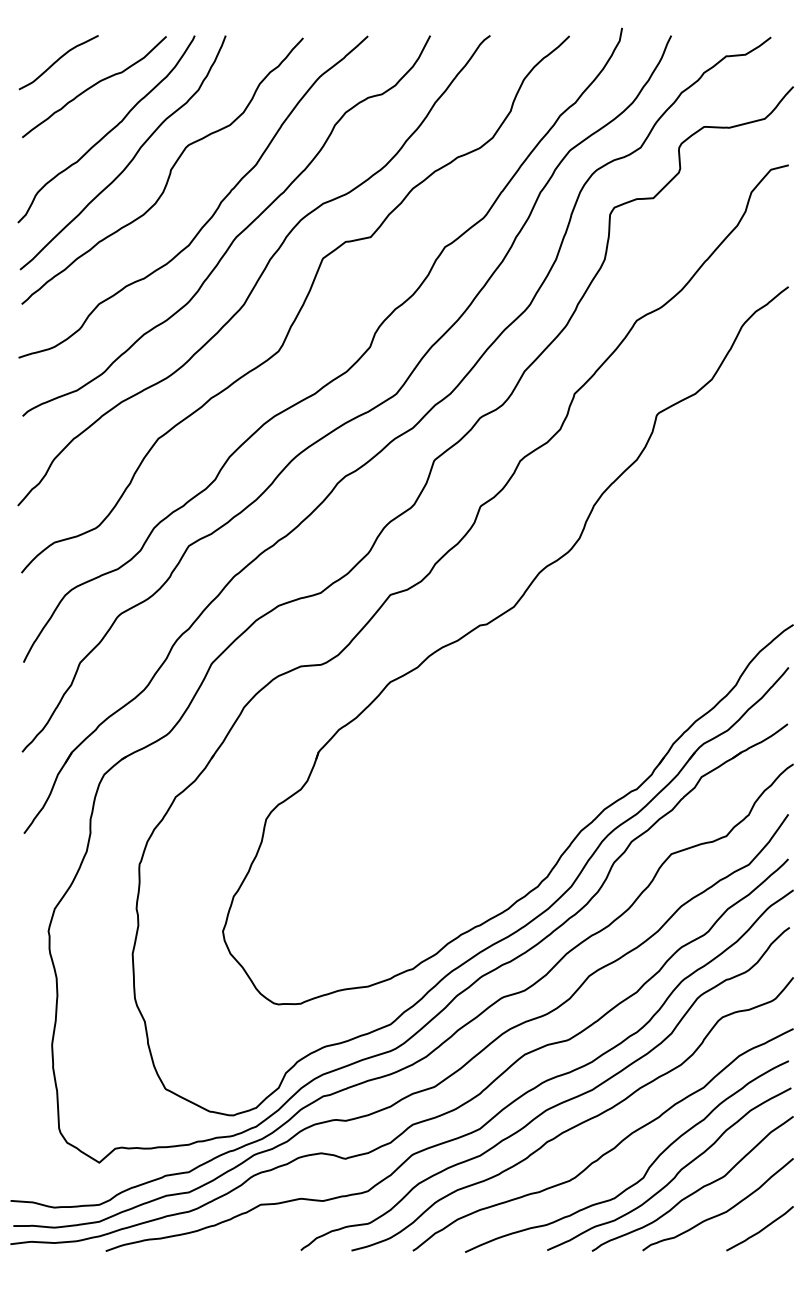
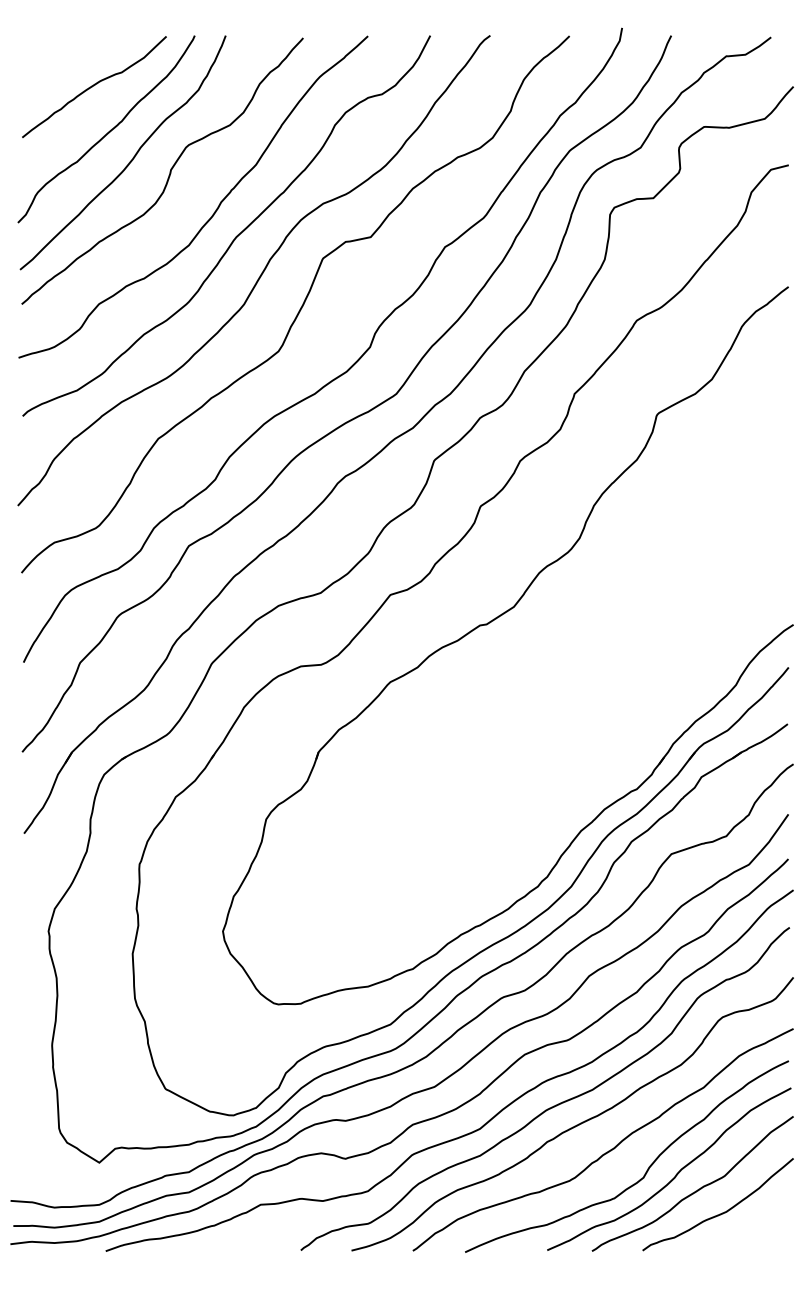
curve at (57, 61): present -> none
curve at (759, 1230): present -> none
